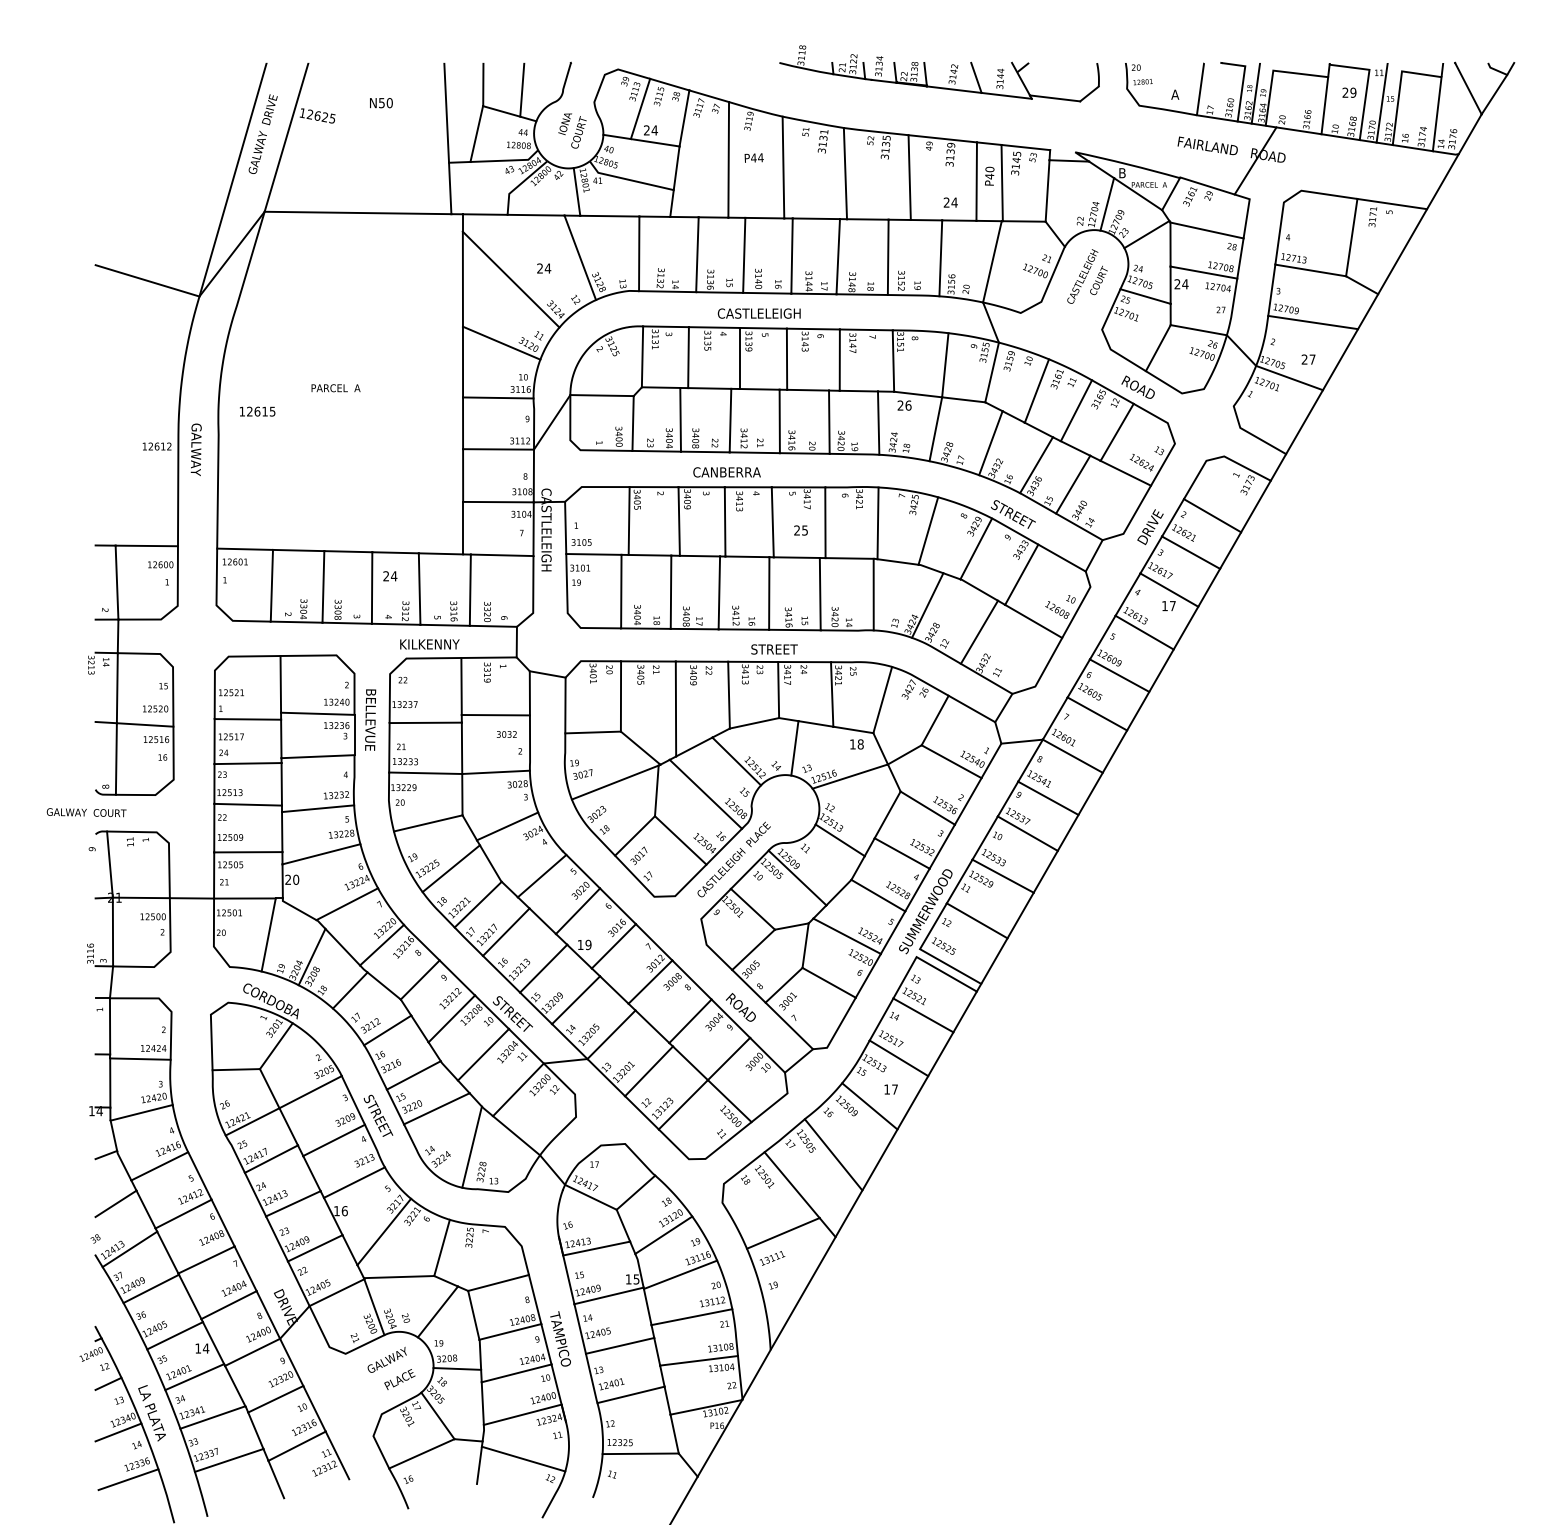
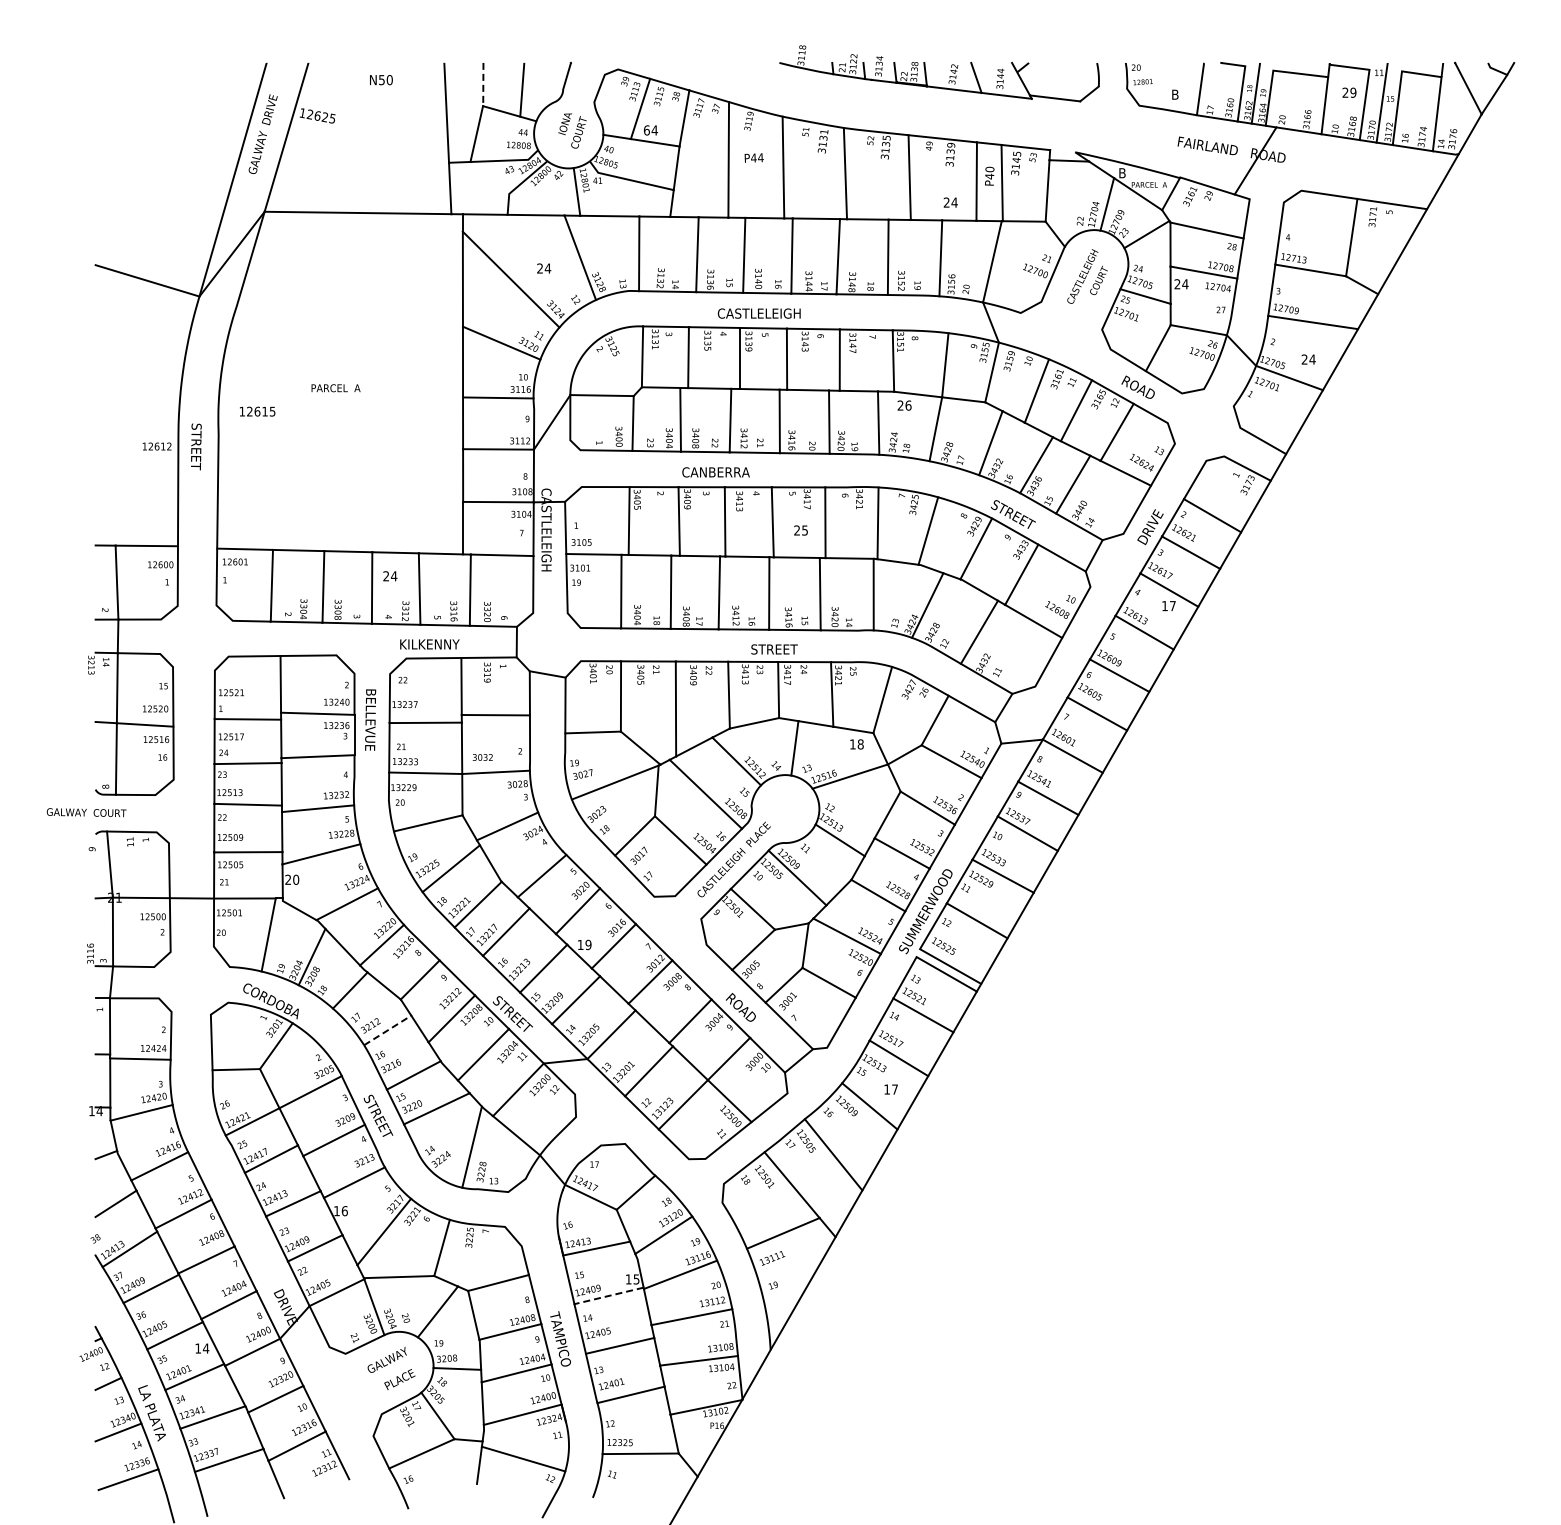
line at (483, 84): solid -> dashed
text at (1175, 94): A -> B
text at (381, 103) position: (381, 103) -> (381, 80)
text at (646, 130): 24 -> 64
text at (1312, 359): 27 -> 24
text at (195, 449): GALWAY -> STREET
text at (726, 472) position: (726, 472) -> (715, 472)
text at (506, 734) position: (506, 734) -> (482, 757)
line at (387, 1030): solid -> dashed
line at (609, 1295): solid -> dashed
